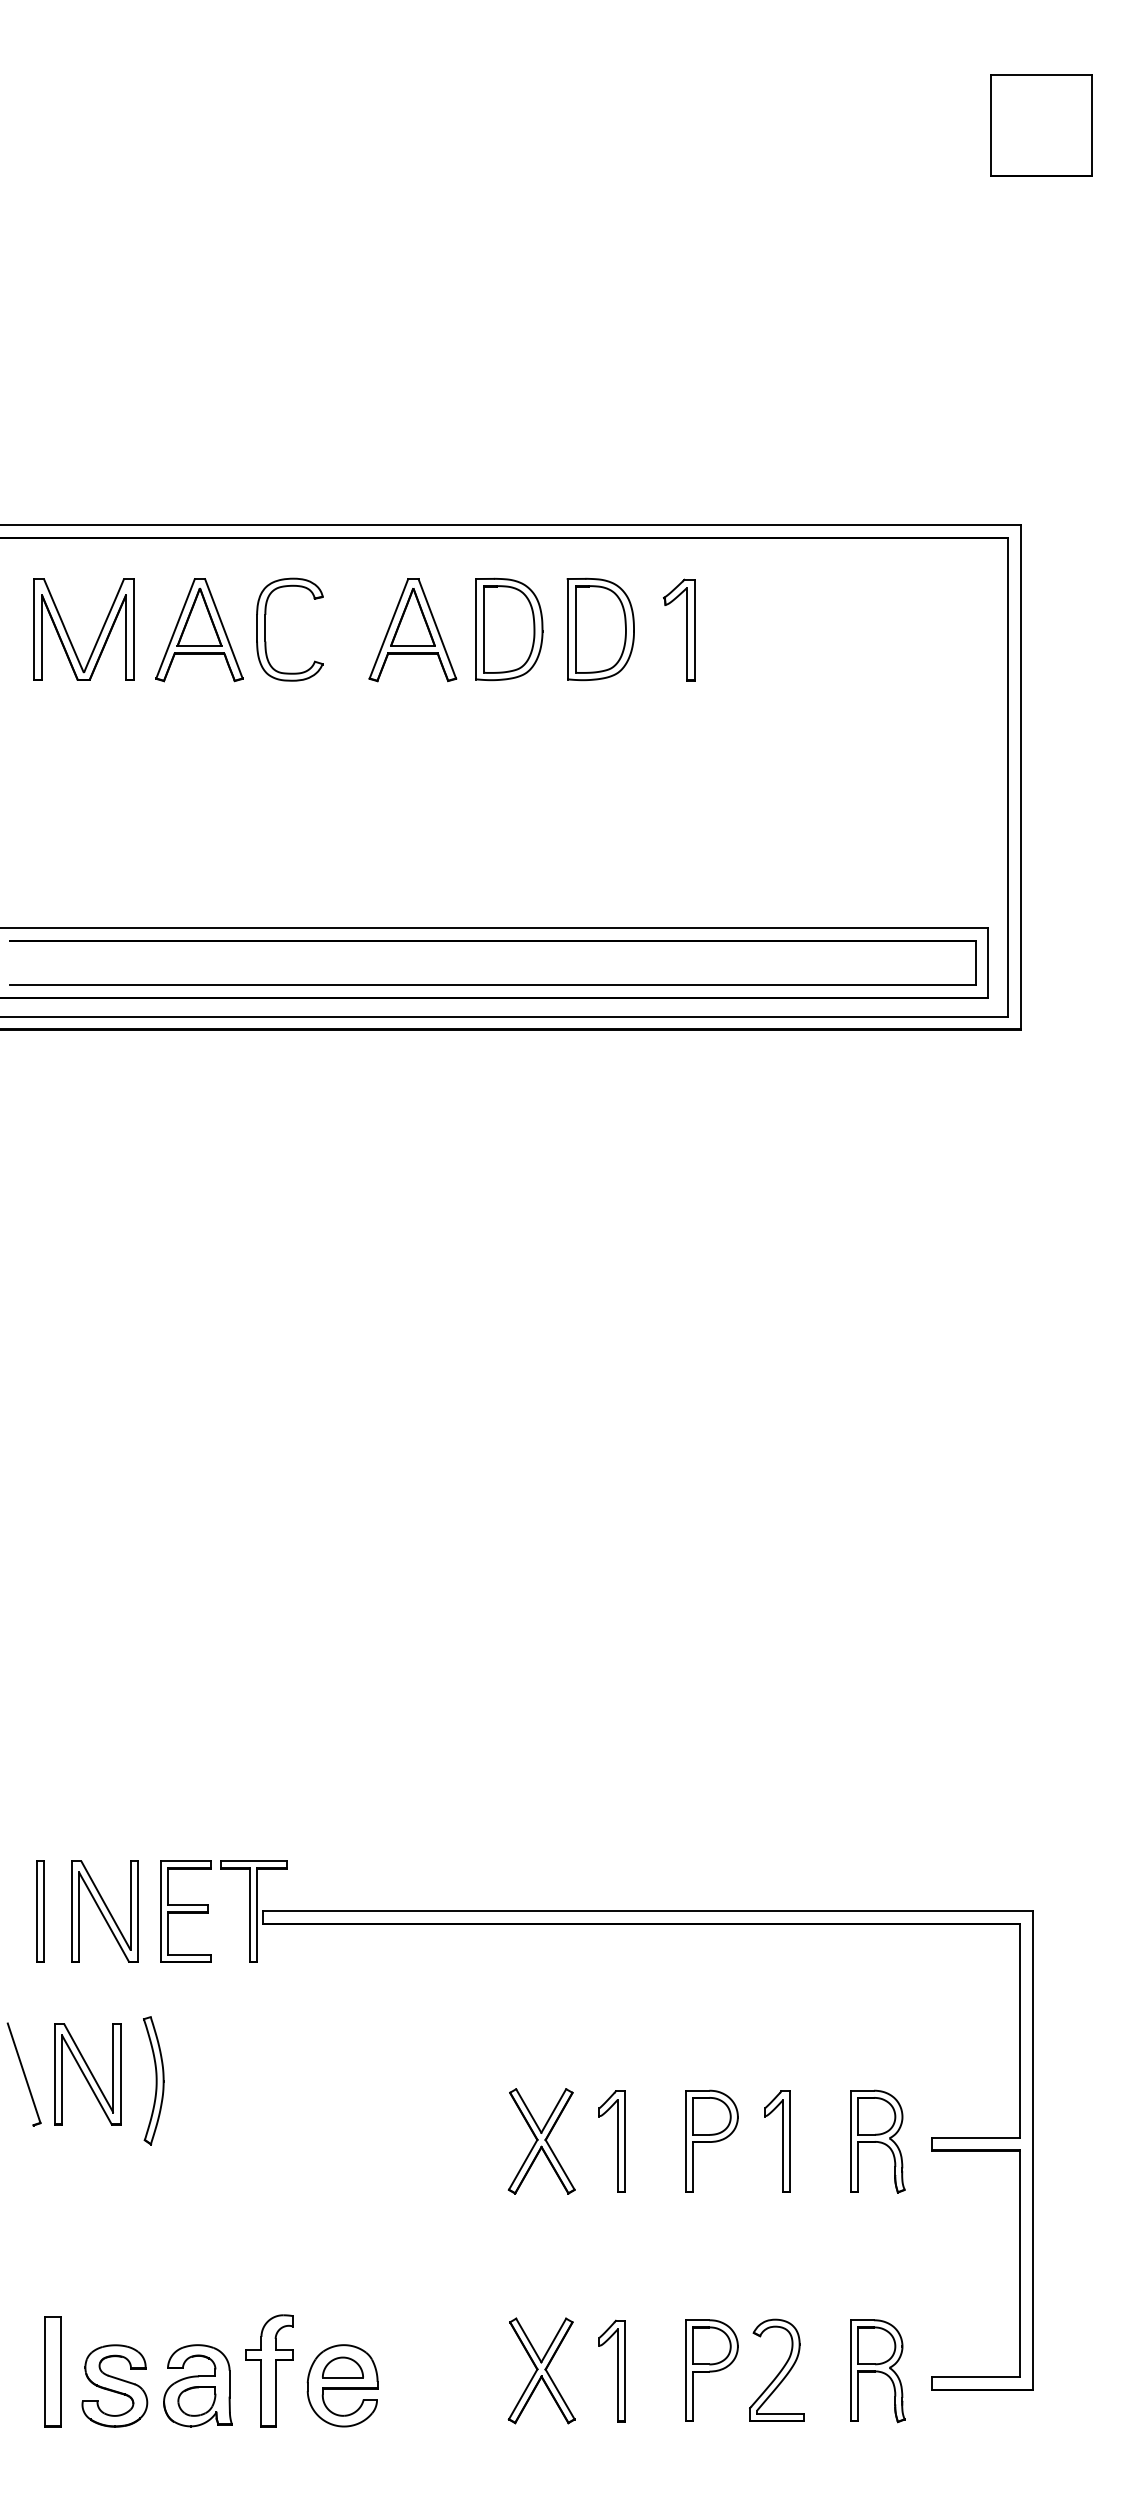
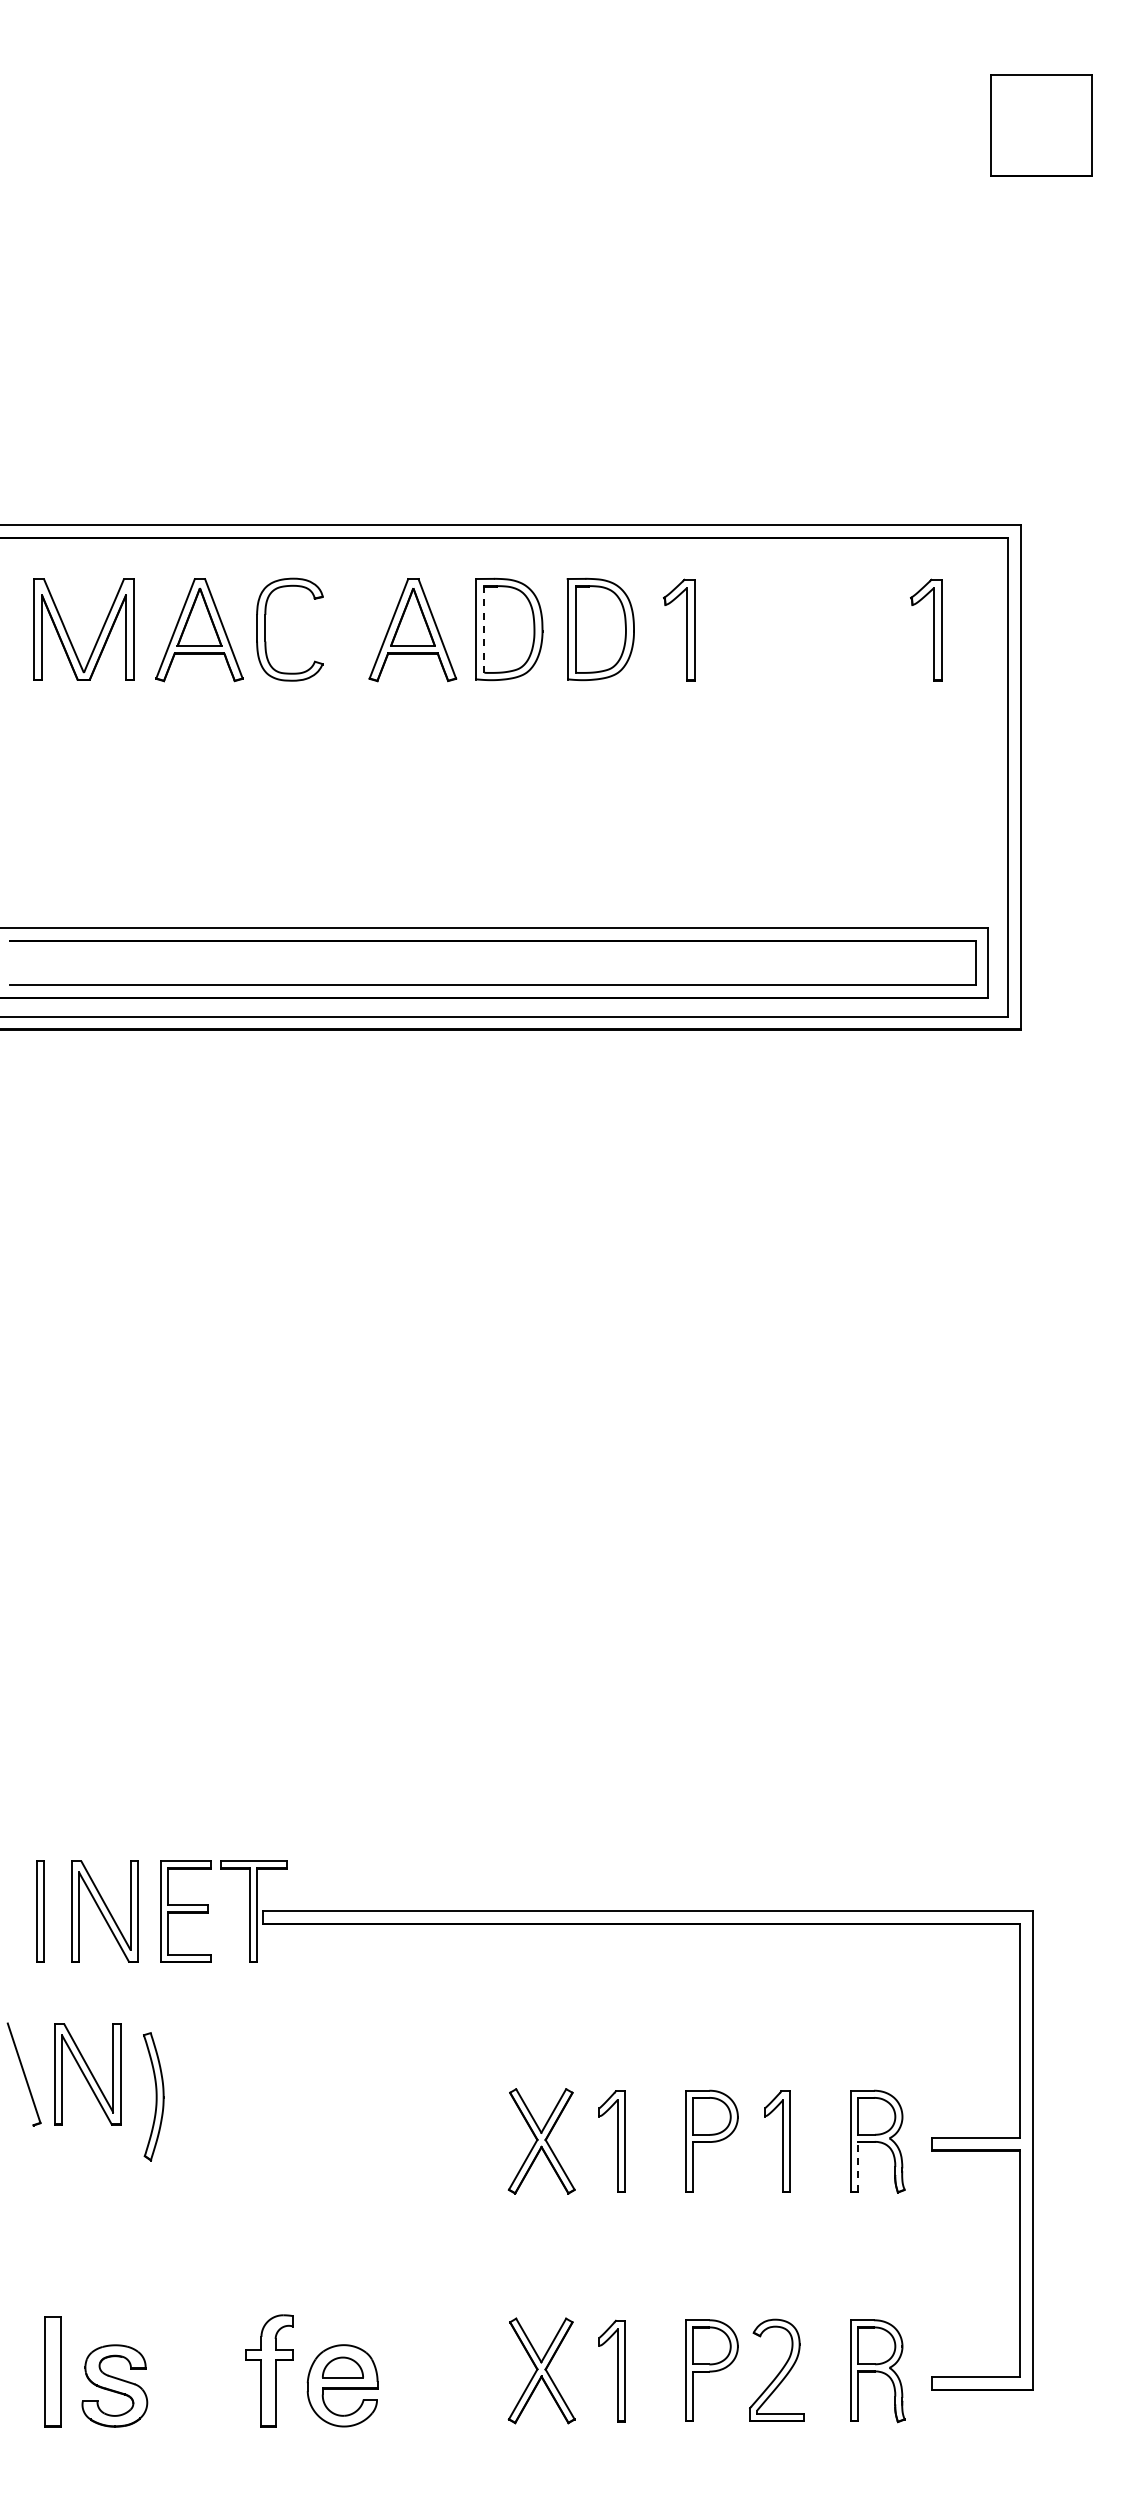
line at (484, 629): solid -> dashed
part at (933, 629): none -> present
part at (153, 2080) position: (153, 2080) -> (153, 2096)
line at (857, 2166): solid -> dashed
part at (197, 2385): present -> none
